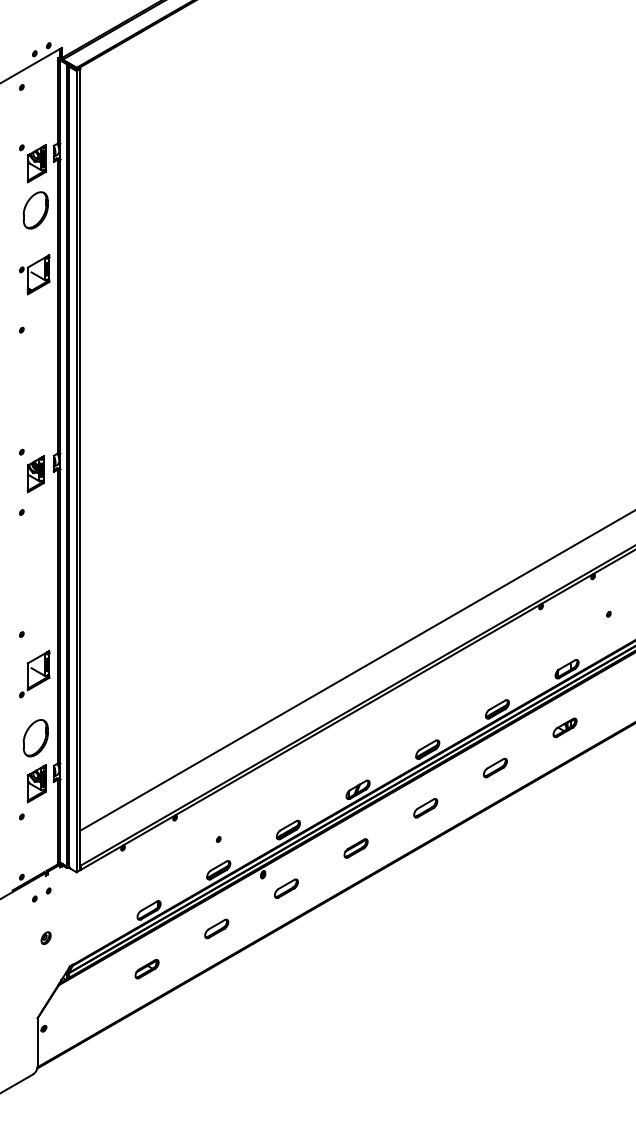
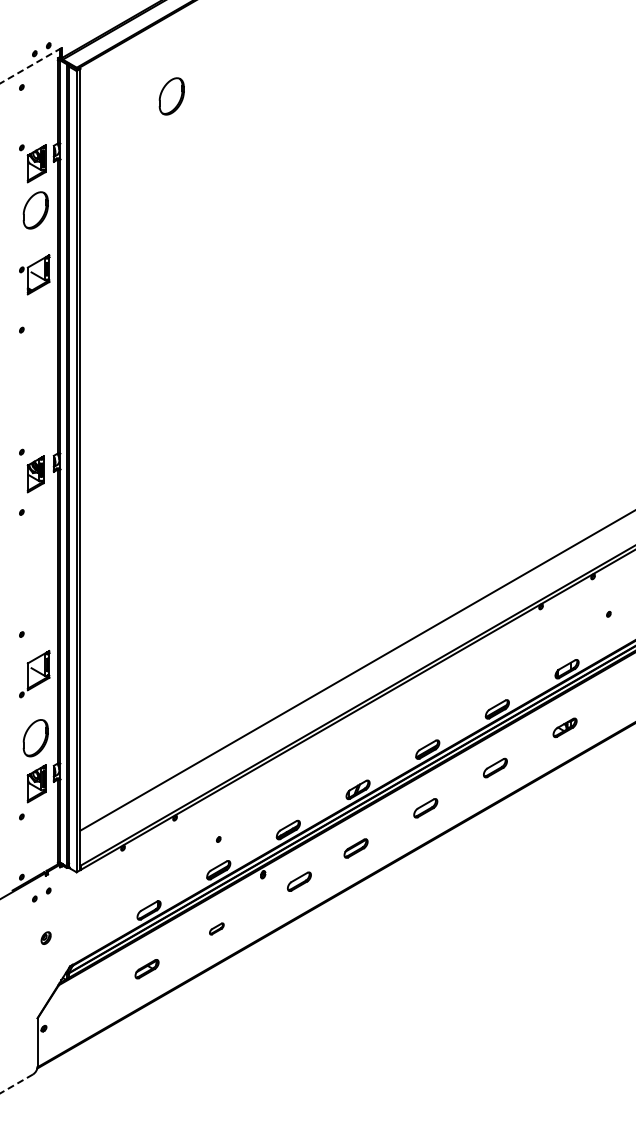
line at (31, 65): solid -> dashed
part at (171, 96): none -> present
part at (286, 888) position: (286, 888) -> (299, 881)
part at (216, 928) size: 26x22 px -> 16x14 px
line at (16, 1083): solid -> dashed
